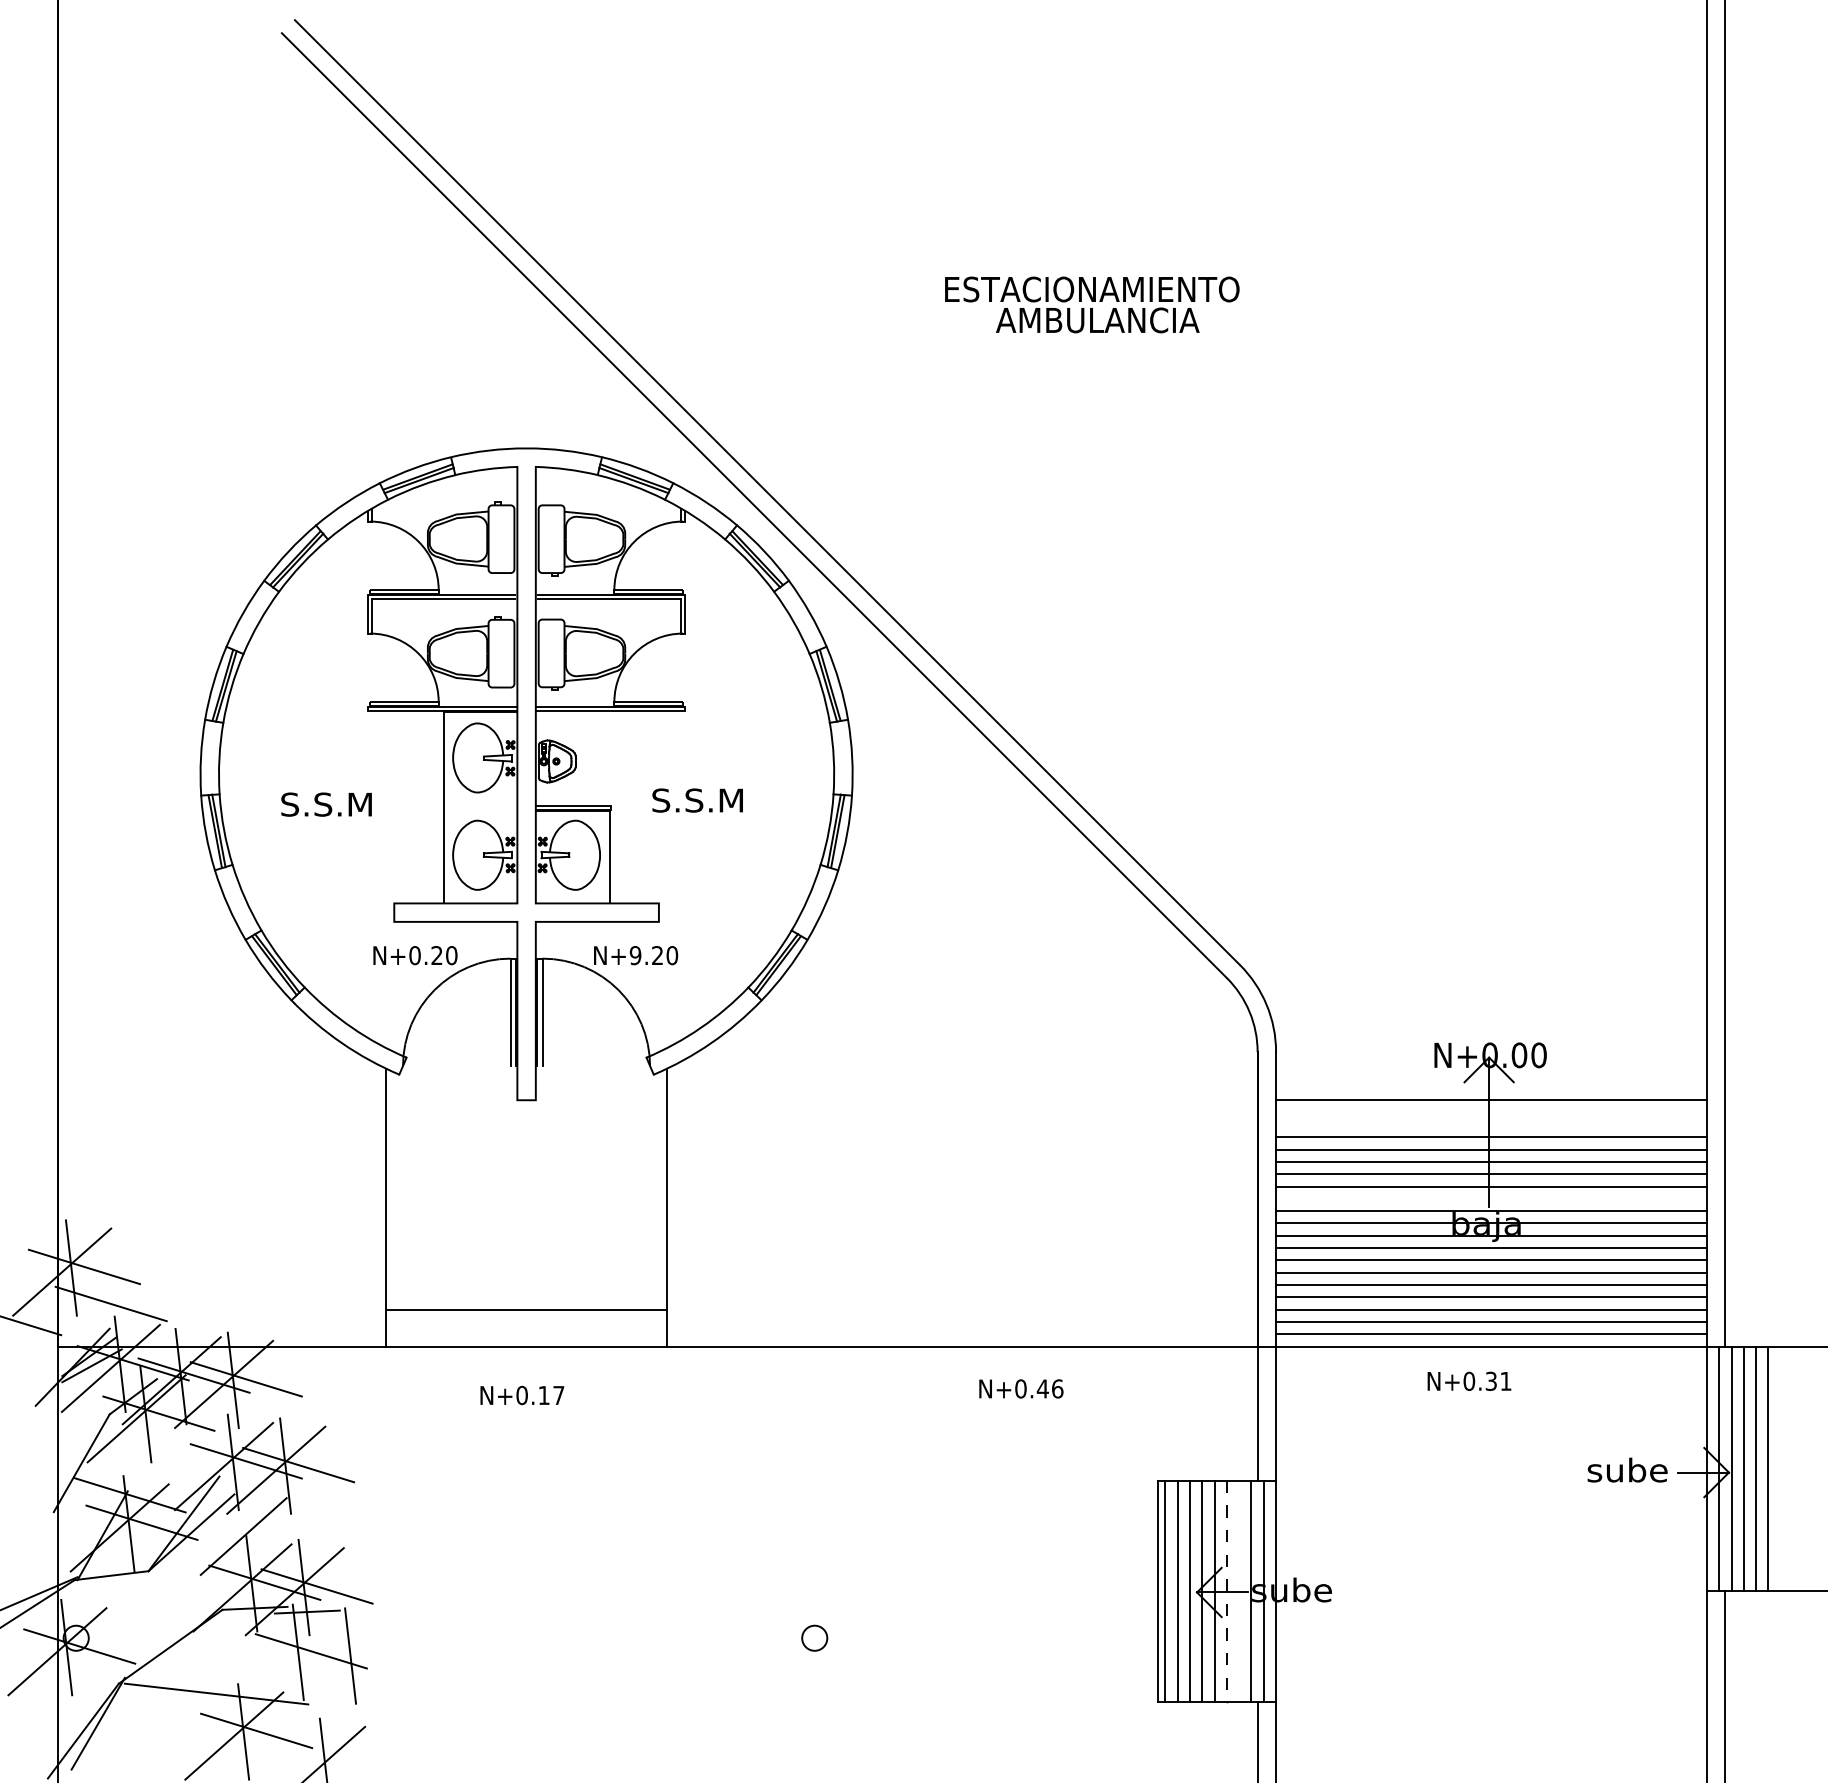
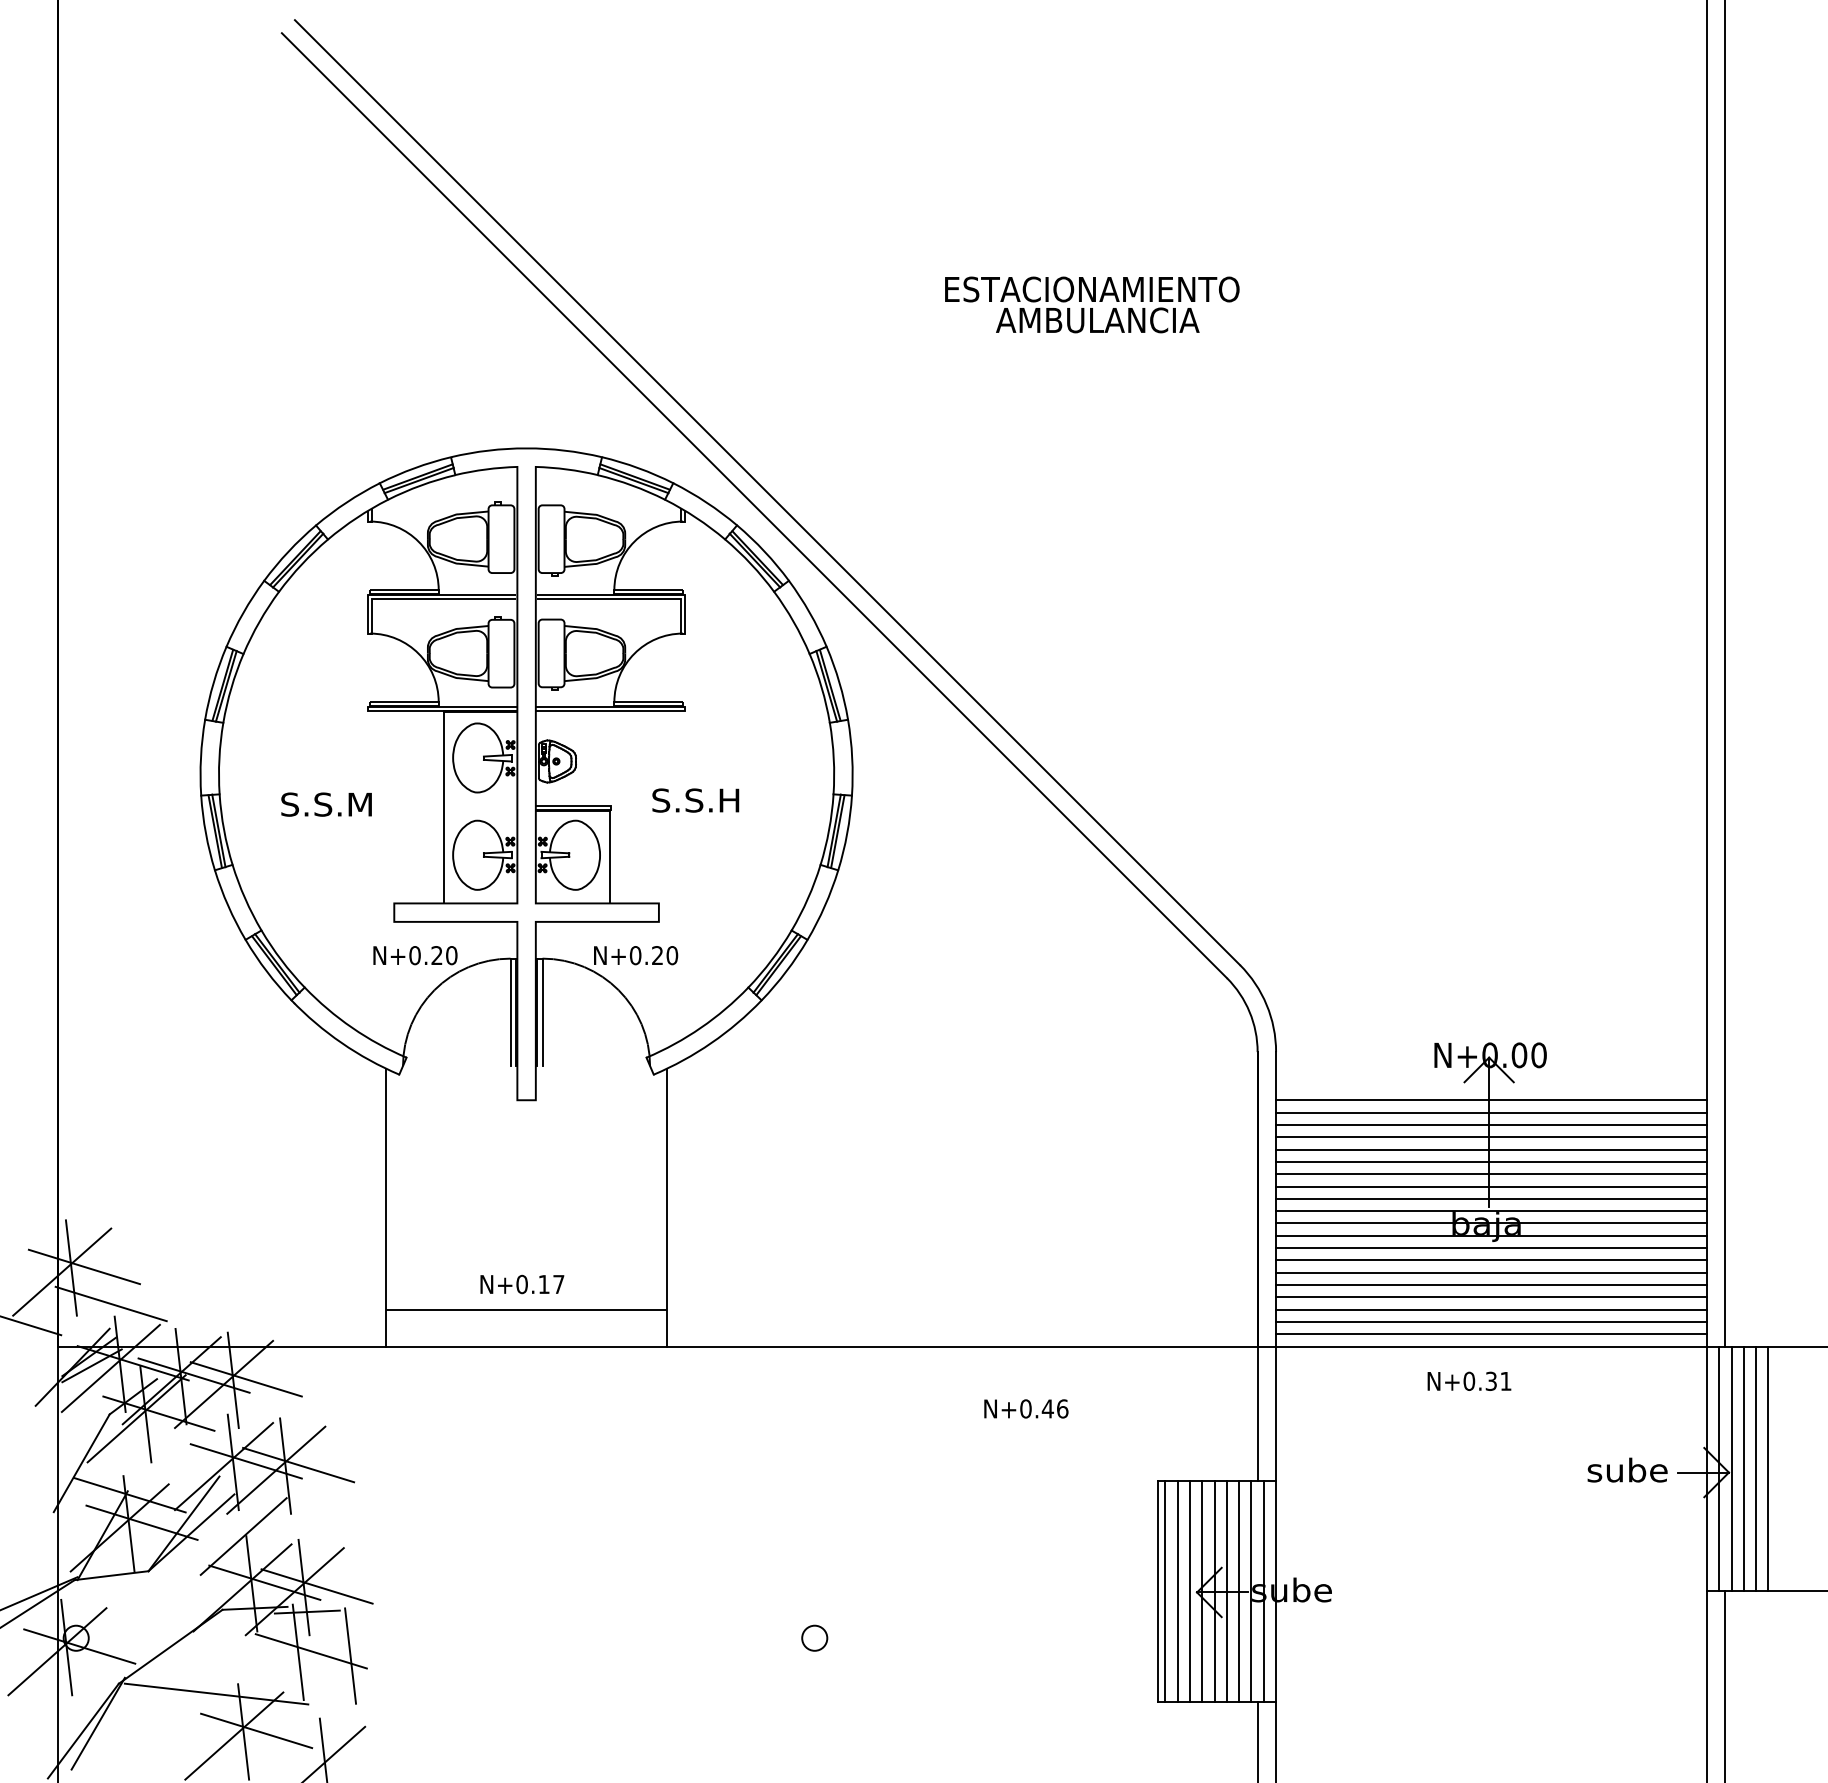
text at (732, 800): S.S.M -> S.S.H
text at (635, 955): N+9.20 -> N+0.20
line at (1491, 1112): none -> present
line at (1491, 1124): none -> present
line at (1491, 1198): none -> present
text at (1021, 1388) position: (1021, 1388) -> (1026, 1408)
text at (522, 1395) position: (522, 1395) -> (522, 1284)
line at (1226, 1591): dashed -> solid
line at (1239, 1591): none -> present
